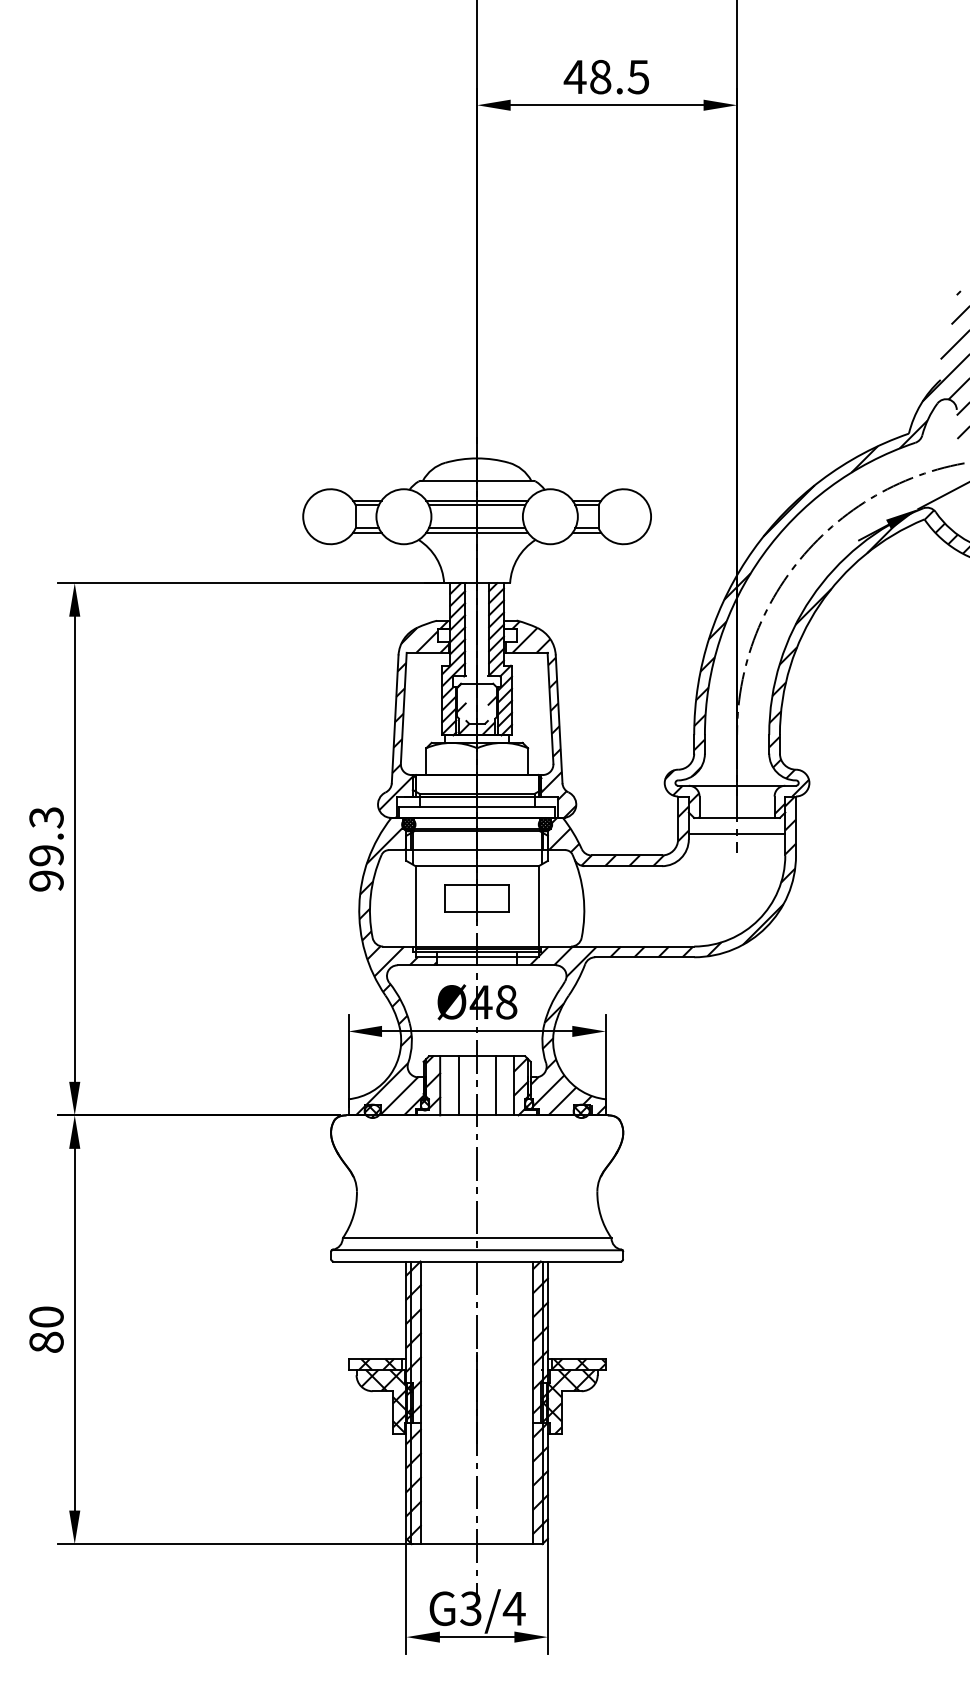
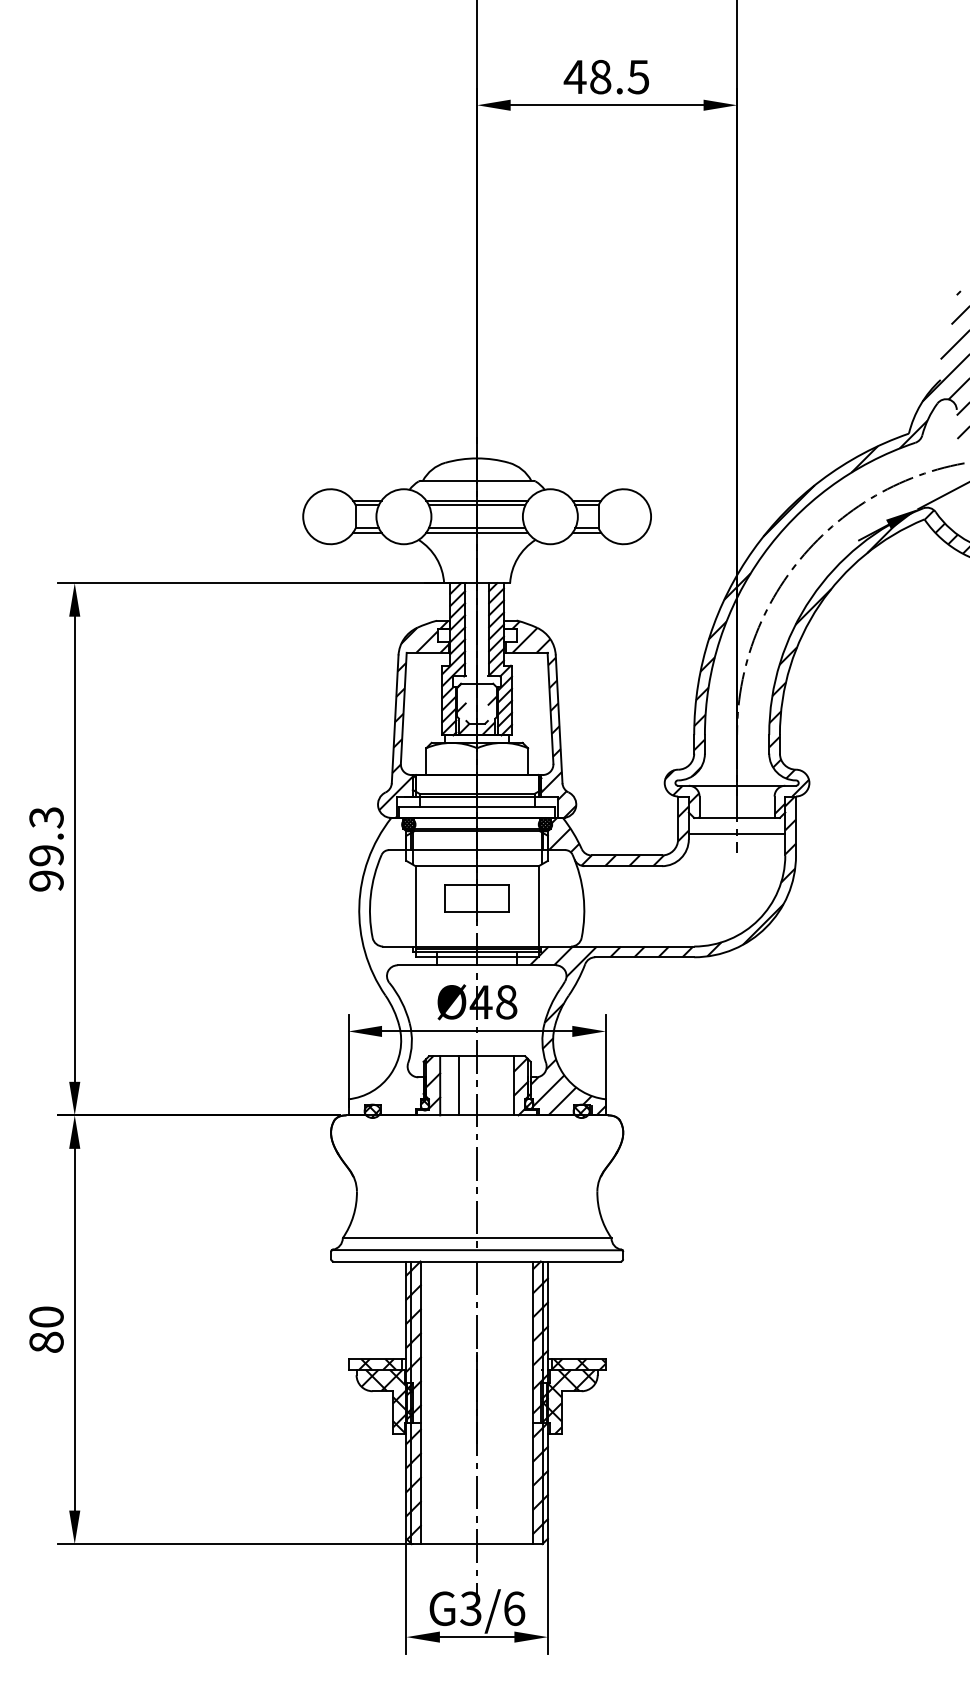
hatch at (395, 971): present -> none
line at (495, 1085): present -> none
text at (513, 1608): G3/4 -> G3/6
